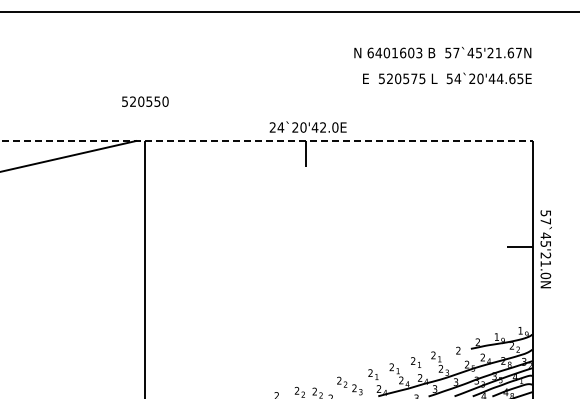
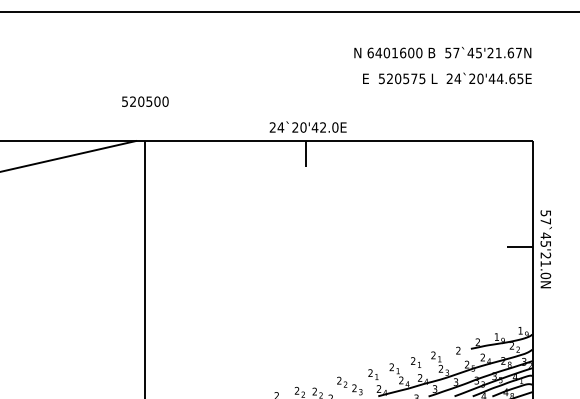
text at (419, 52): 6401603 -> 6401600
text at (449, 78): 54`20'44.65E -> 24`20'44.65E
text at (157, 101): 520550 -> 520500
line at (266, 140): dashed -> solid
